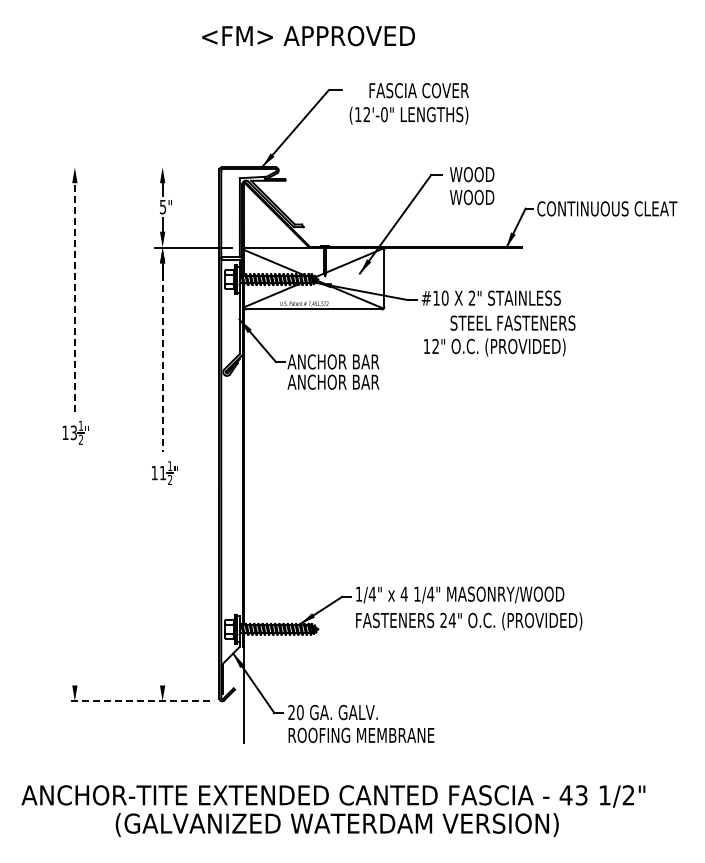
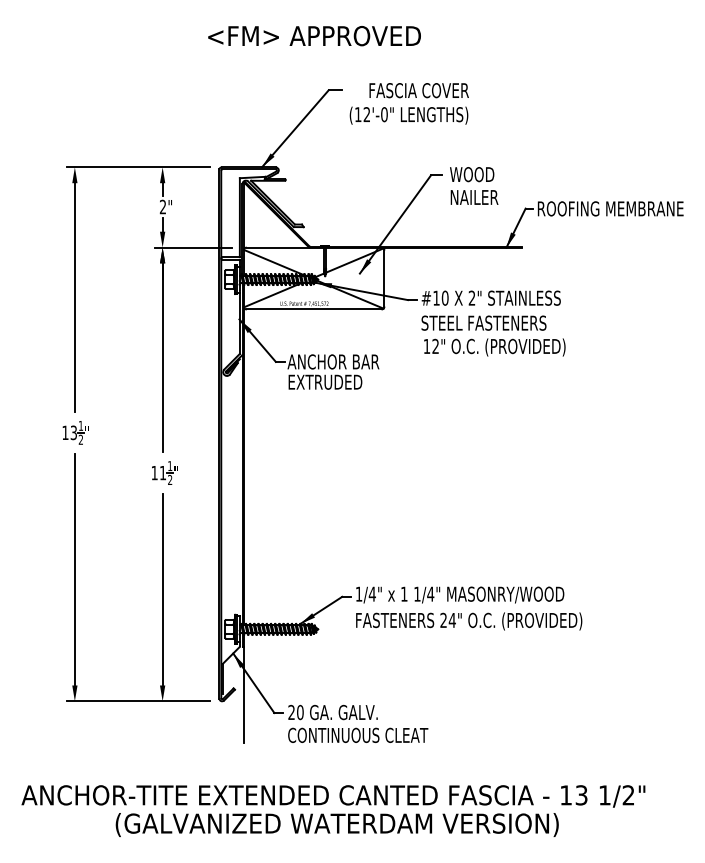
text at (308, 36) position: (308, 36) -> (314, 36)
line at (137, 167): none -> present
text at (474, 197): WOOD -> NAILER
text at (163, 206): 5" -> 2"
text at (610, 208): CONTINUOUS CLEAT -> ROOFING MEMBRANE
line at (74, 296): dashed -> solid
text at (512, 322) position: (512, 322) -> (483, 322)
line at (162, 358): dashed -> solid
text at (333, 381): ANCHOR BAR -> EXTRUDED
line at (74, 569): none -> present
line at (162, 589): none -> present
text at (403, 593): 4 -> 1
line at (137, 701): dashed -> solid
text at (361, 735): ROOFING MEMBRANE -> CONTINUOUS CLEAT
text at (565, 795): 43 -> 13
